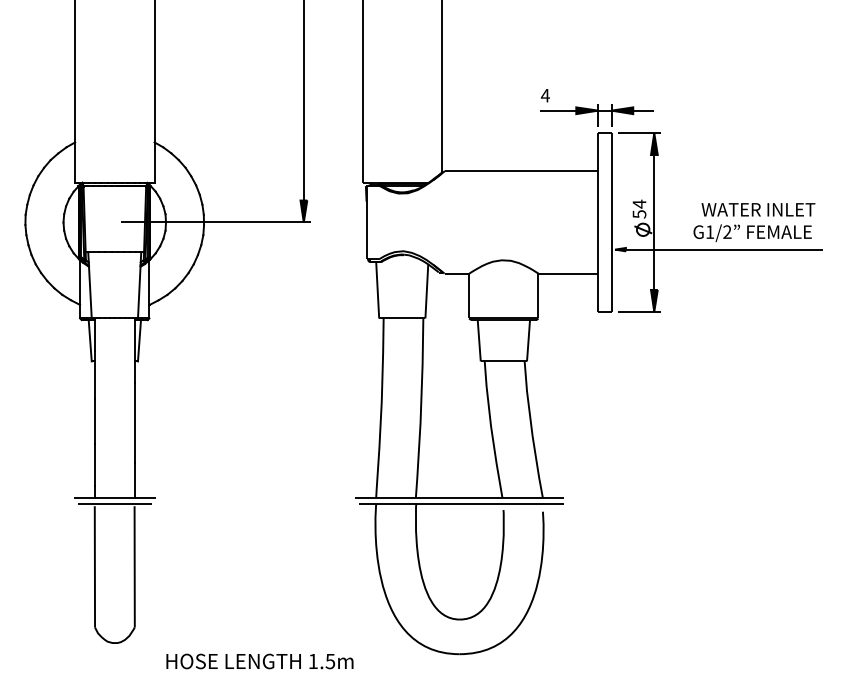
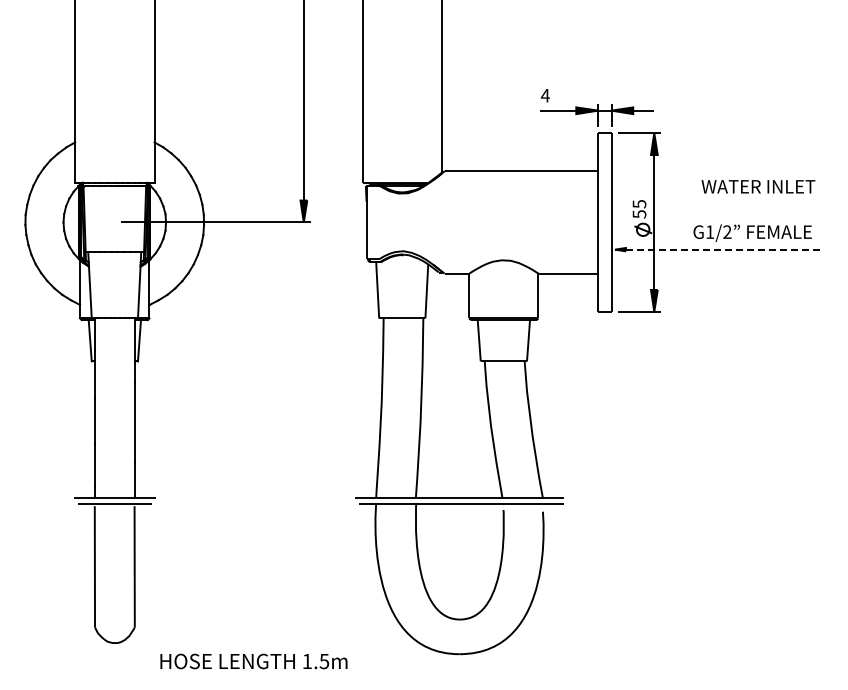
text at (639, 203): 54 -> 55
text at (758, 209) position: (758, 209) -> (758, 186)
line at (718, 249): solid -> dashed
text at (259, 661) position: (259, 661) -> (253, 661)
